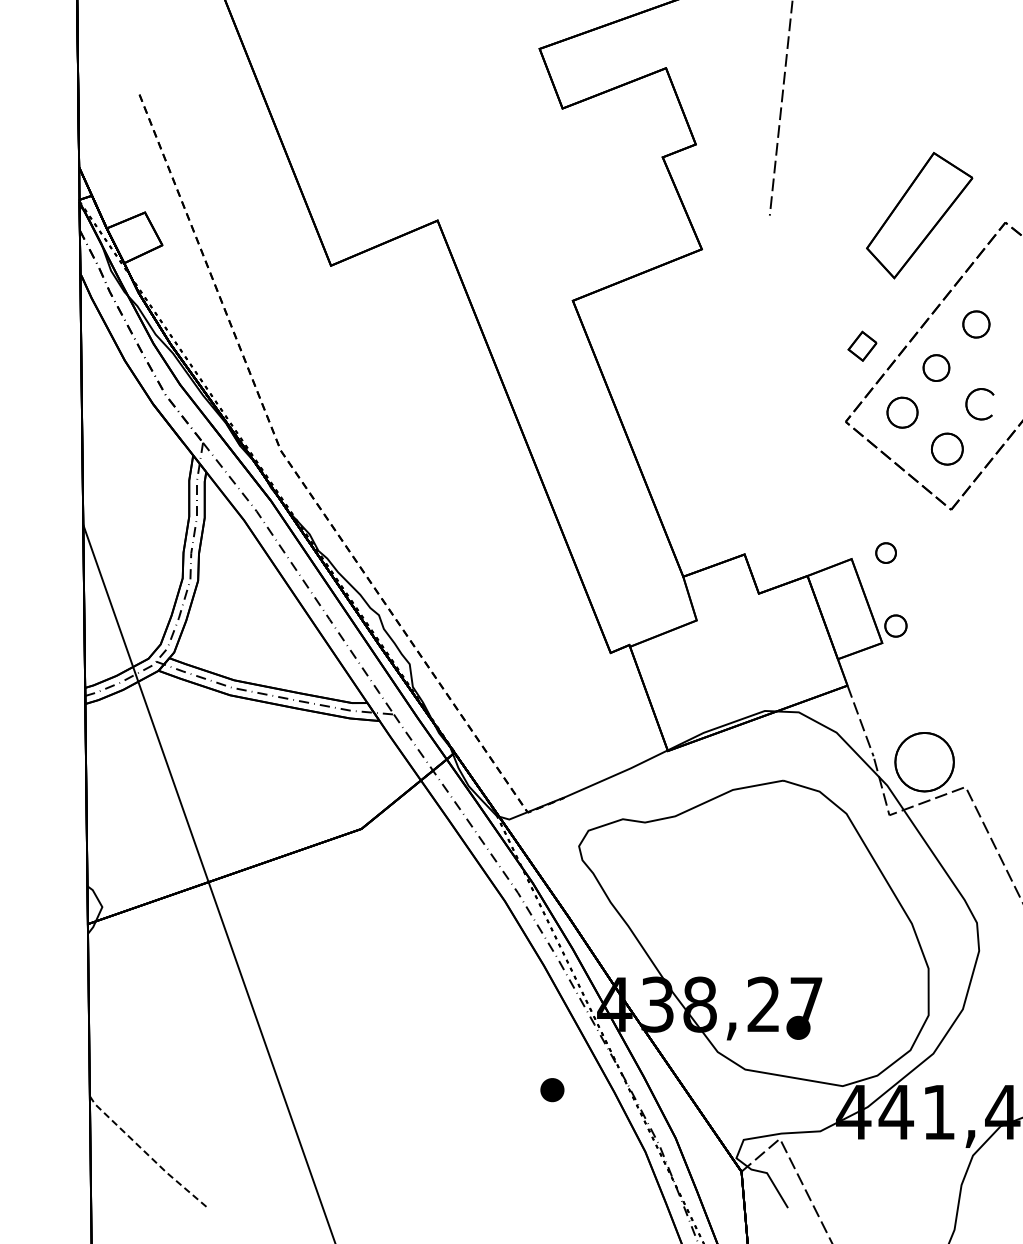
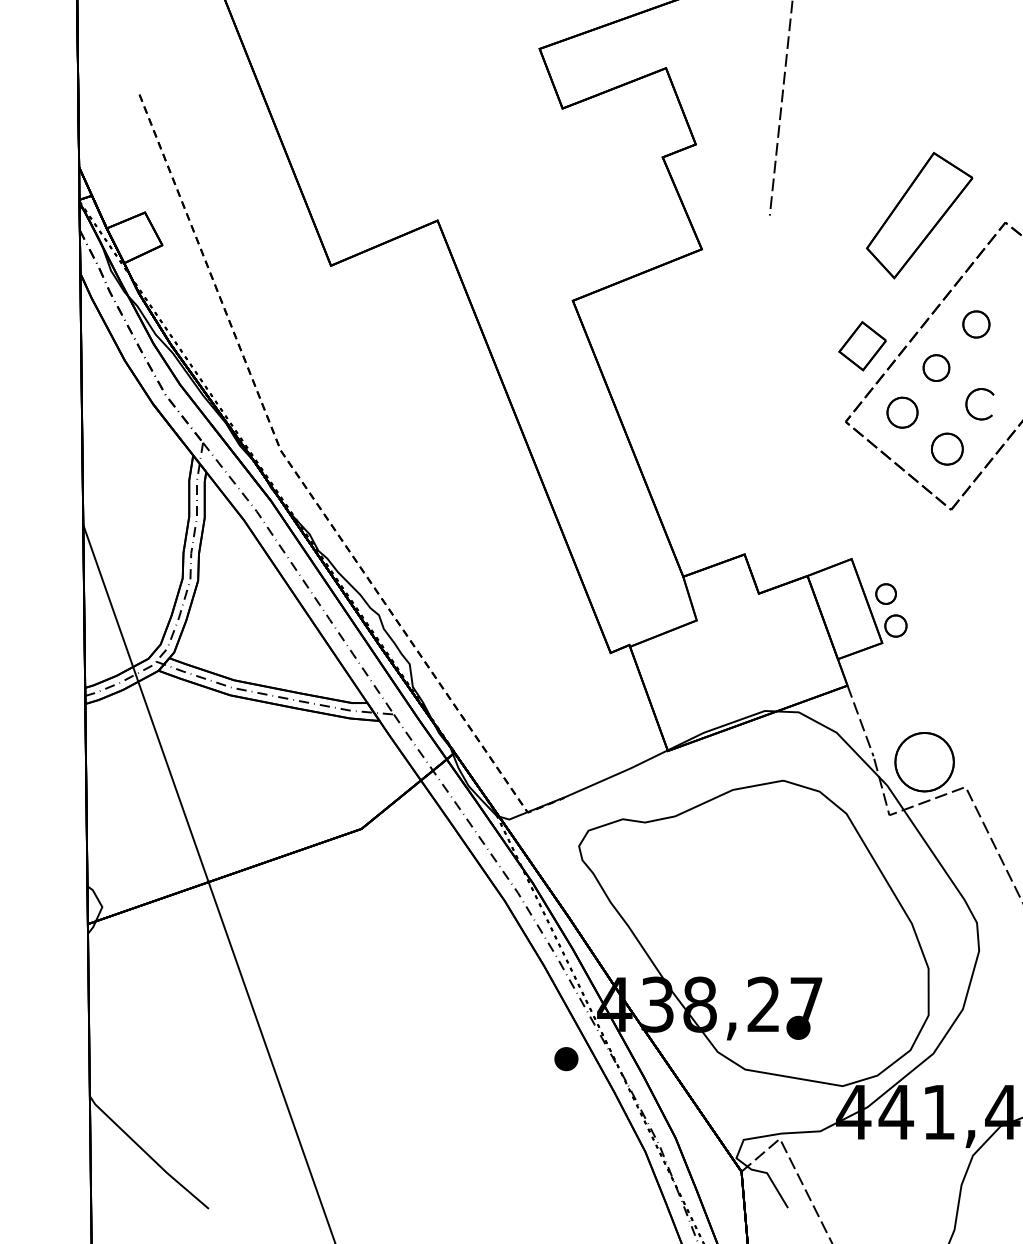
part at (862, 345) size: 31x32 px -> 49x51 px
part at (885, 552) position: (885, 552) -> (885, 593)
part at (552, 1090) position: (552, 1090) -> (566, 1059)
line at (147, 1154): dashed -> solid
